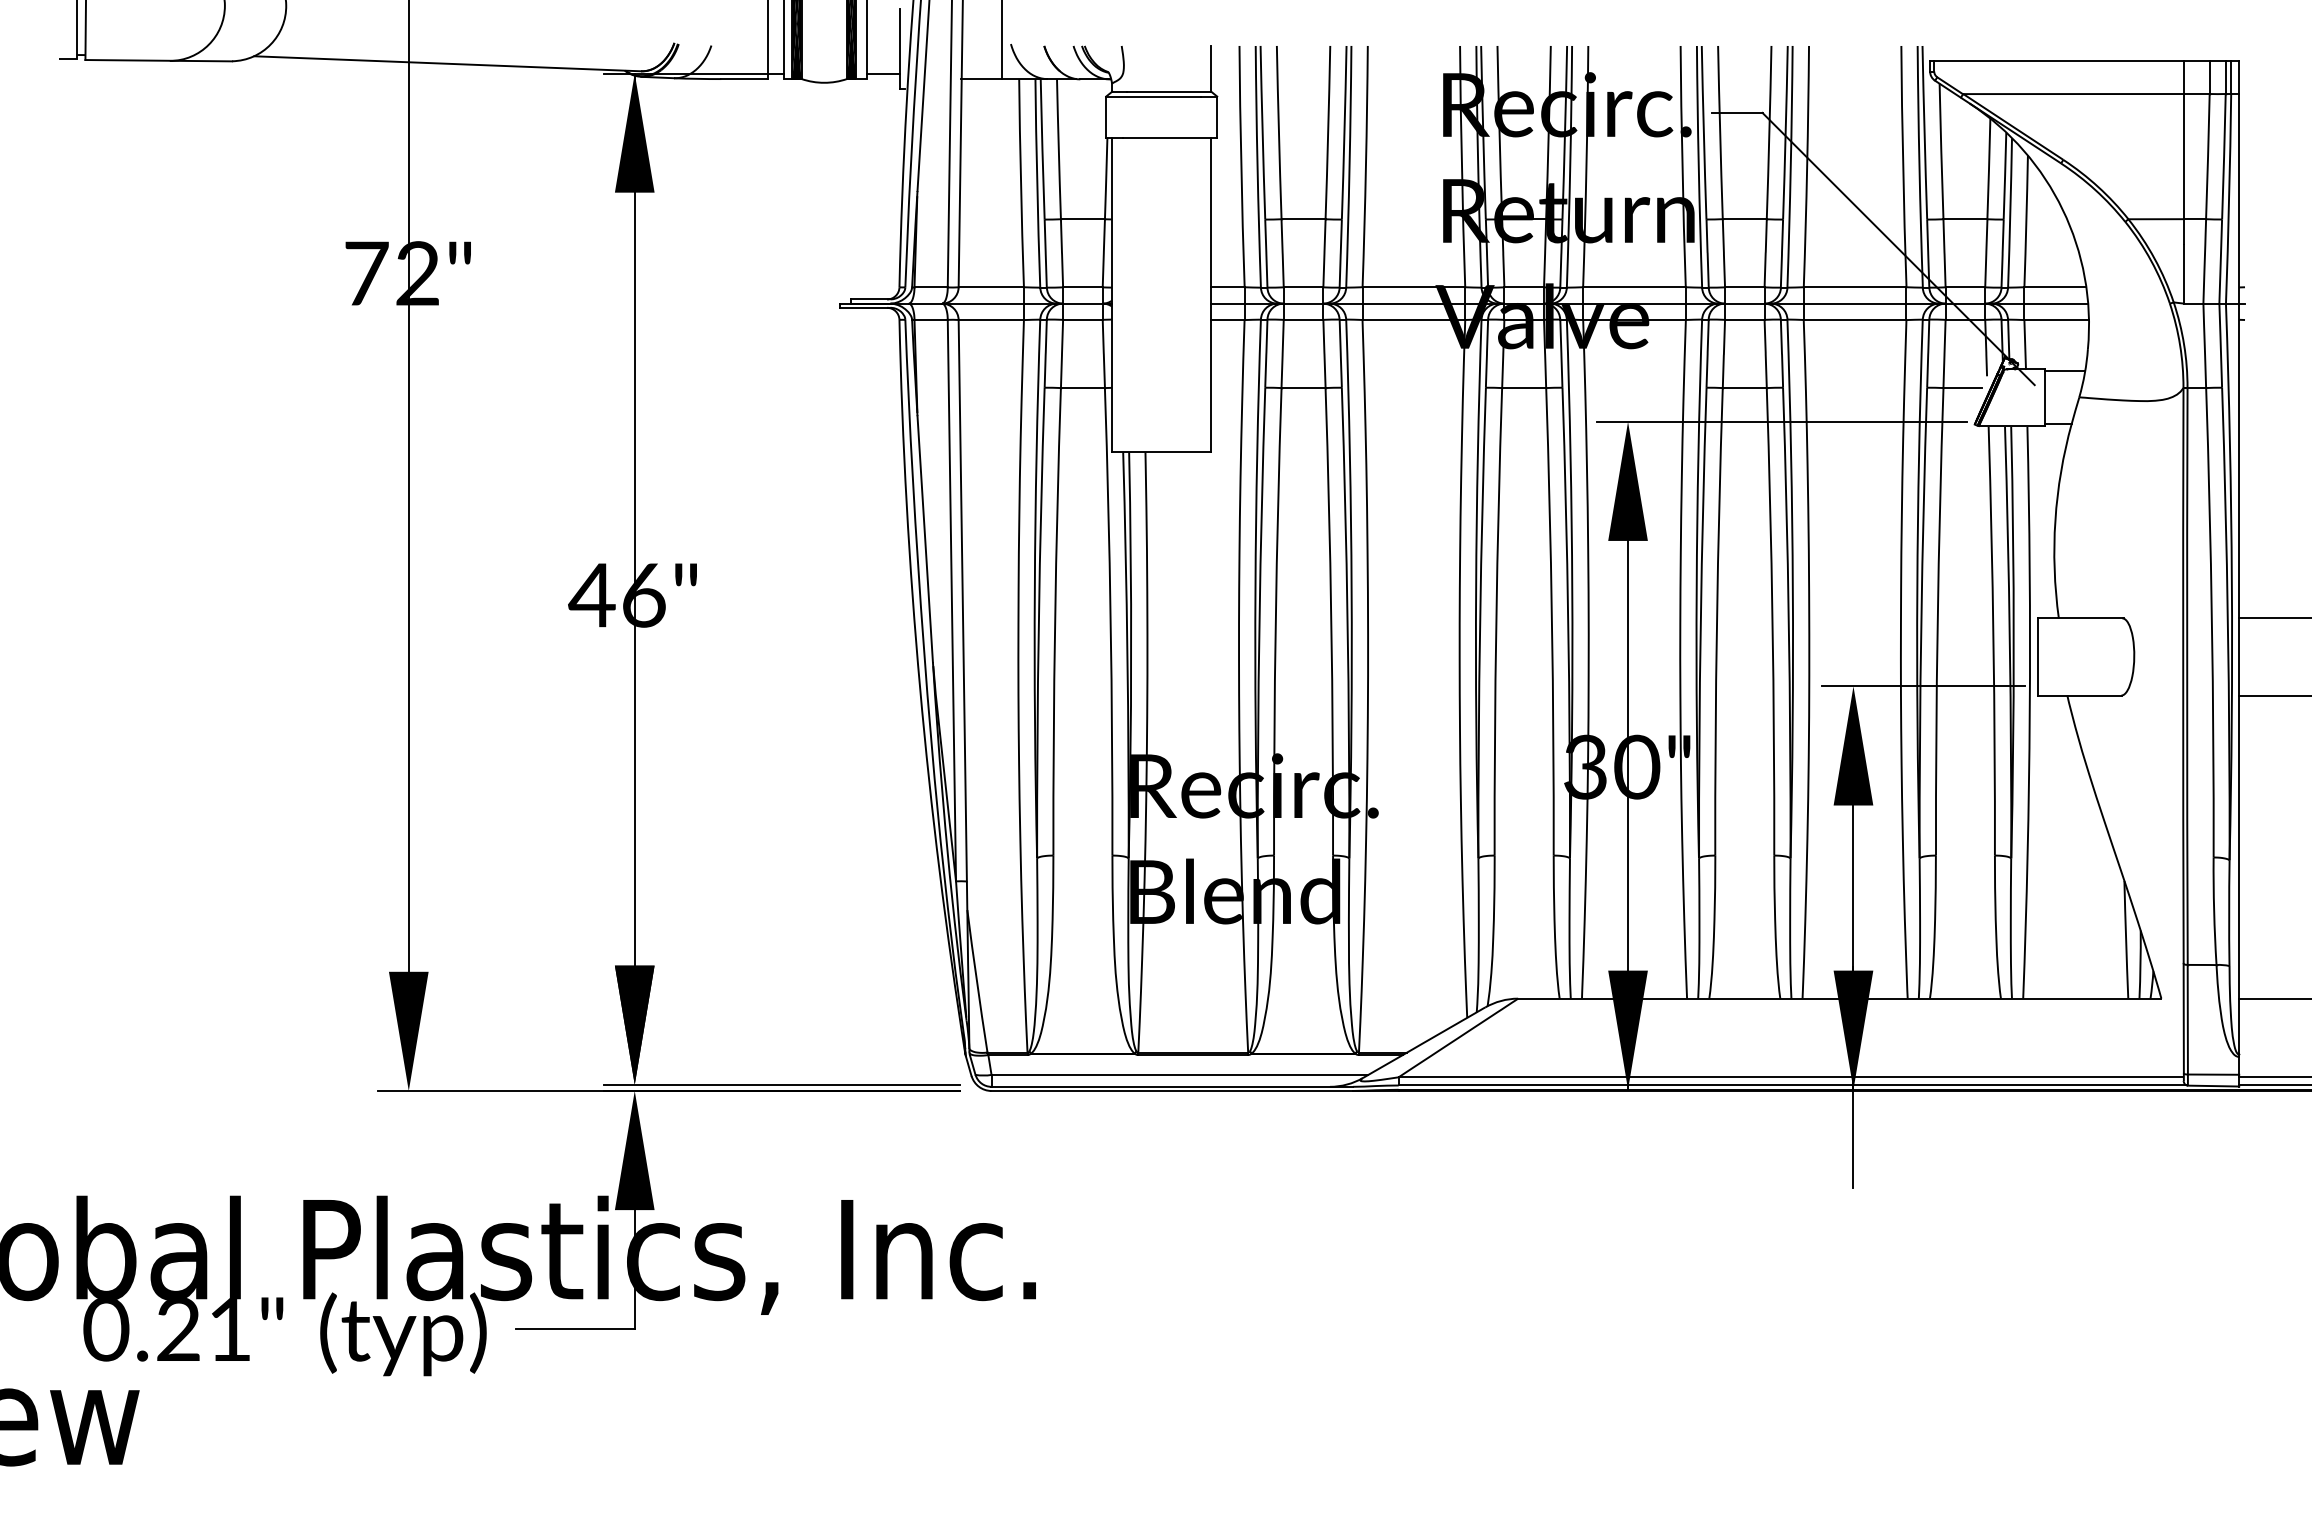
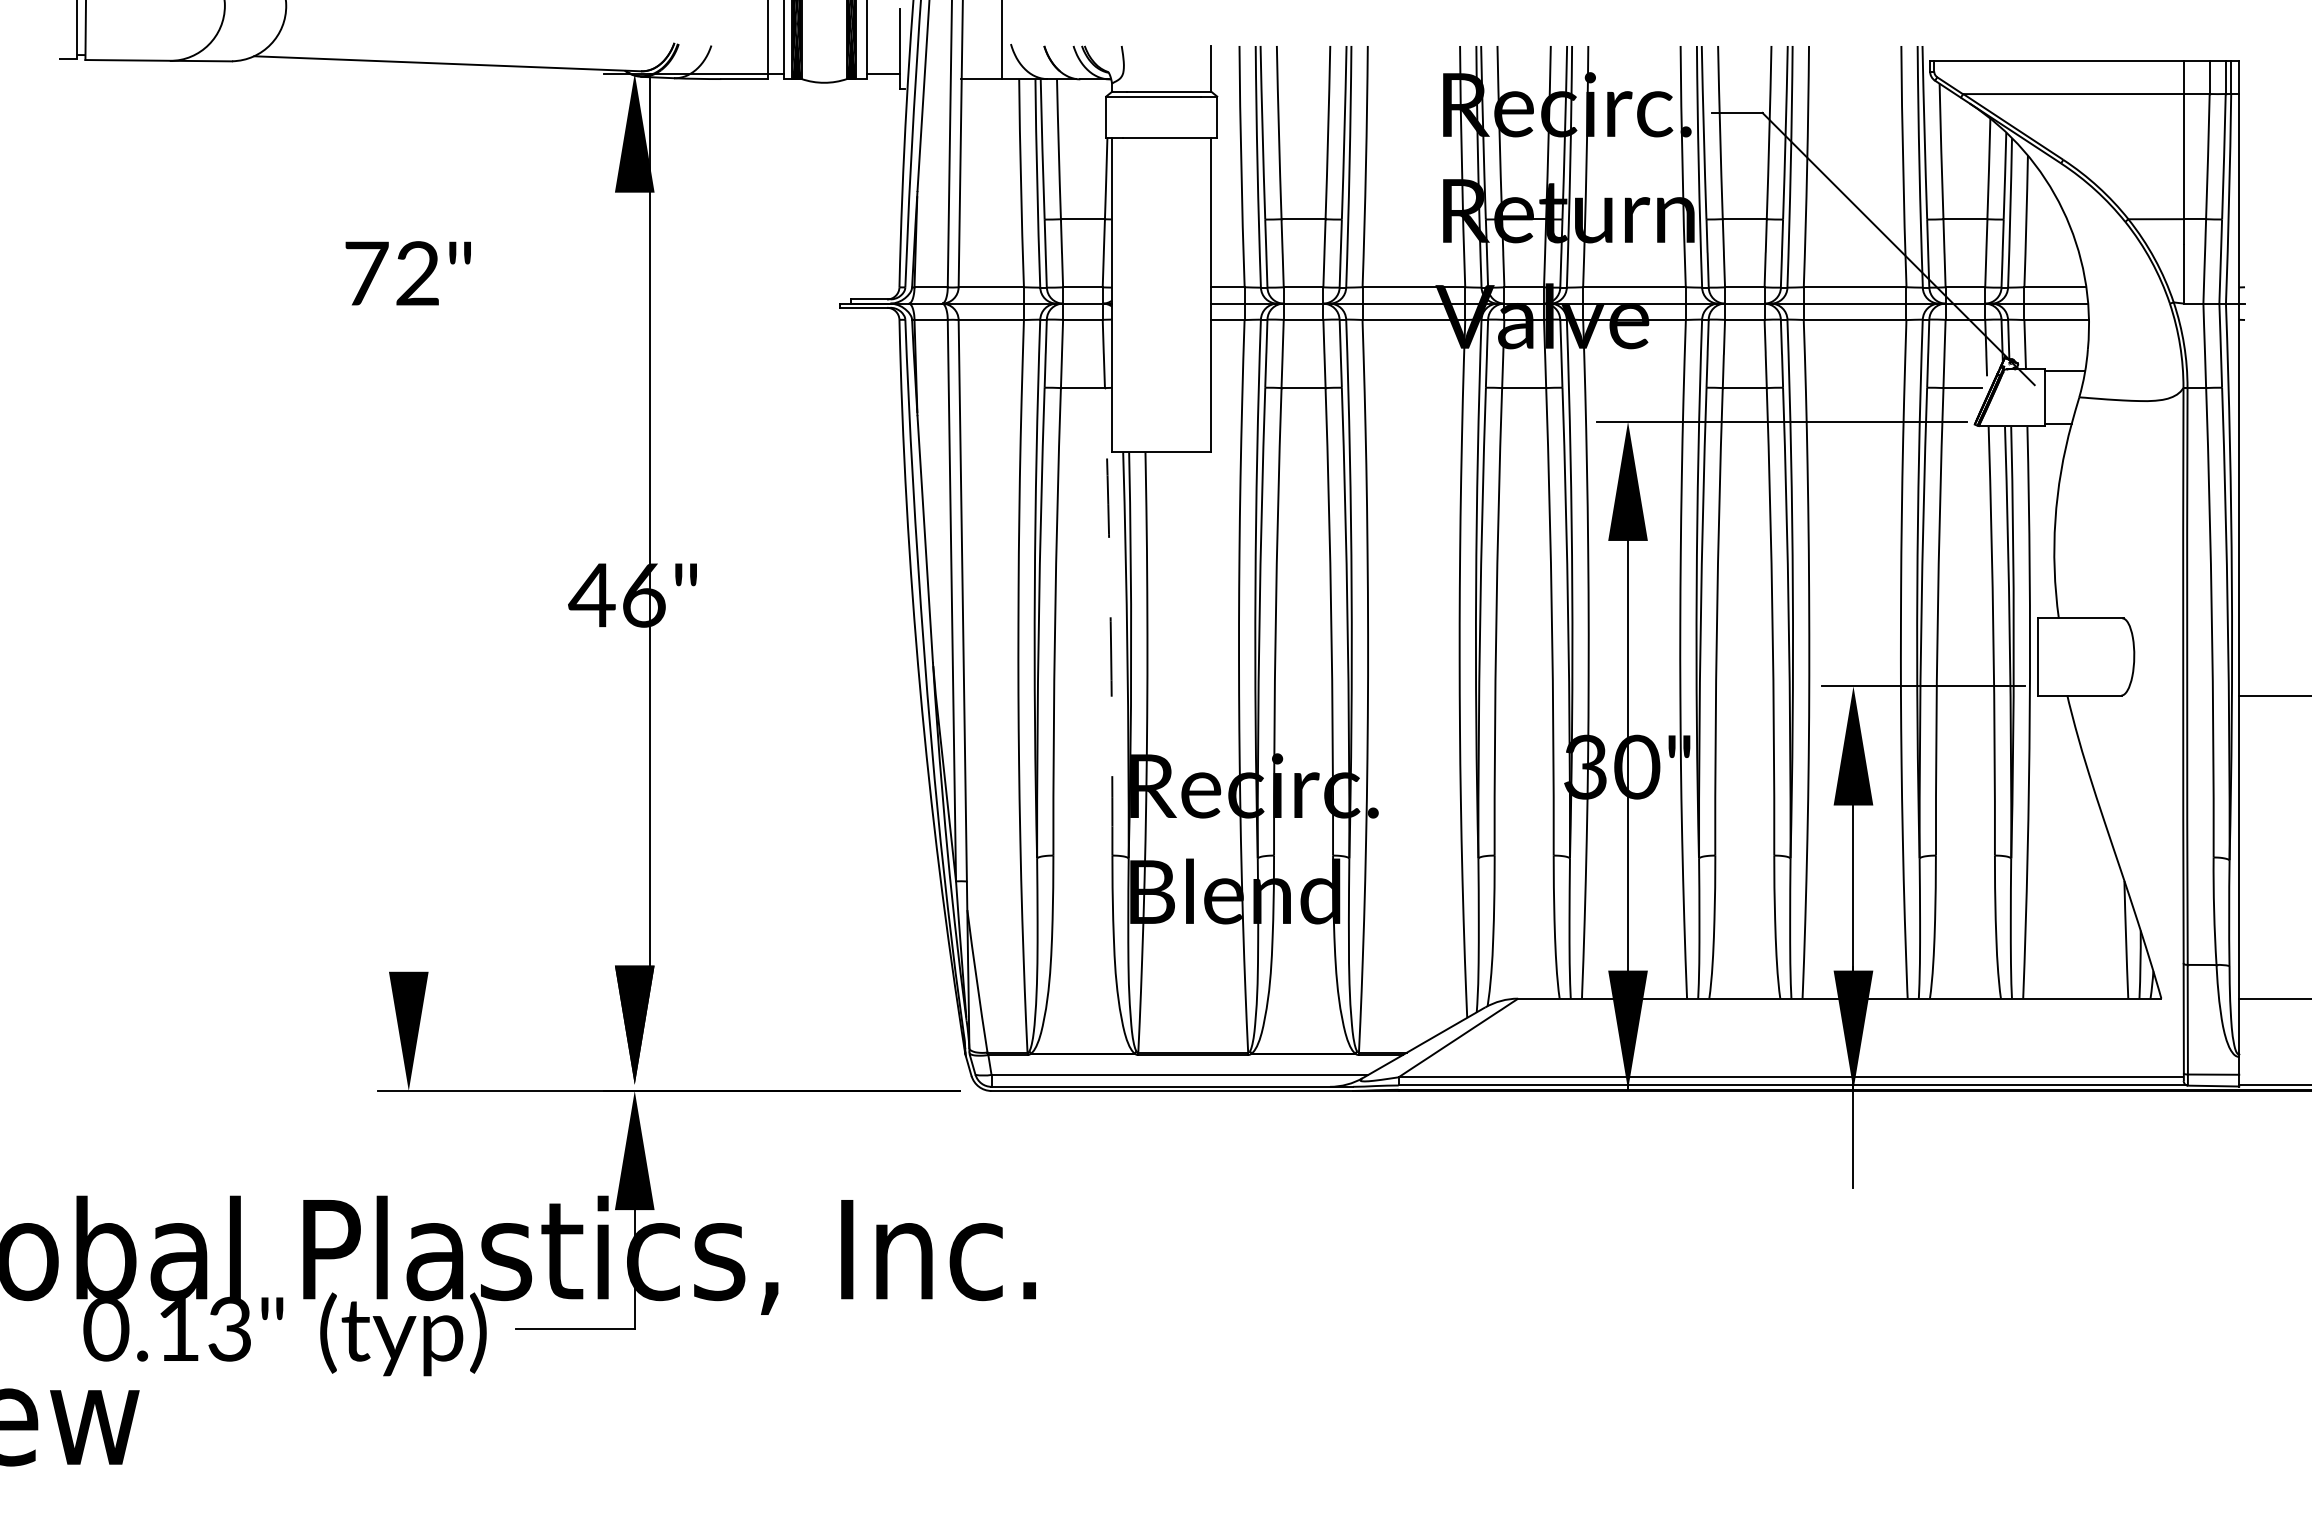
line at (408, 486): present -> none
line at (634, 519) position: (634, 519) -> (649, 519)
line at (2273, 618): present -> none
arc at (1110, 621): solid -> dashed
line at (2273, 1077): present -> none
line at (781, 1084): present -> none
text at (203, 1328): 0.21" -> 0.13"
